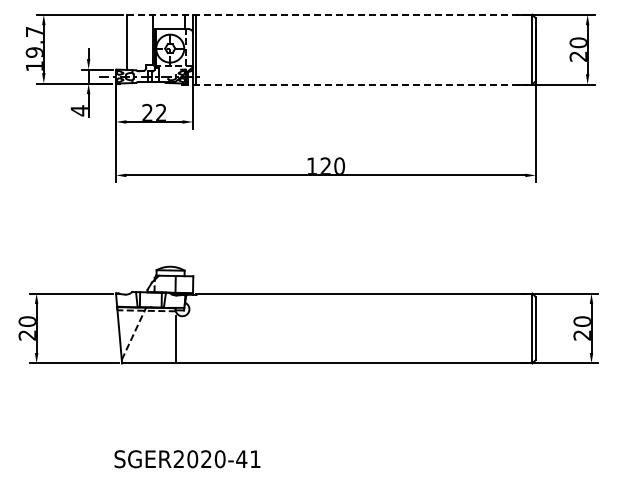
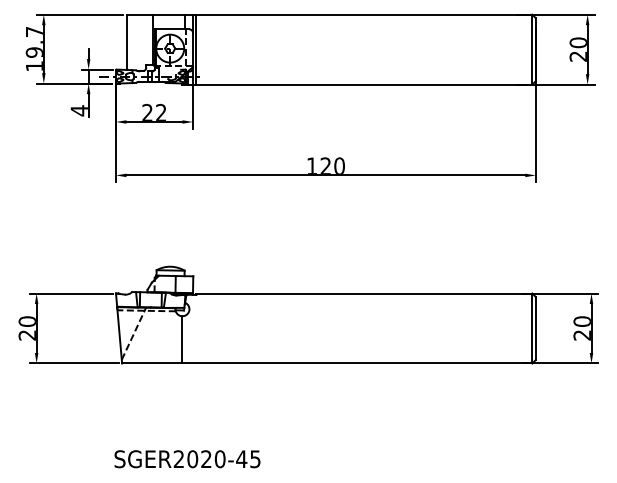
line at (329, 14): dashed -> solid
line at (357, 84): dashed -> solid
line at (176, 339) position: (176, 339) -> (182, 339)
text at (255, 459): SGER2020-41 -> SGER2020-45
